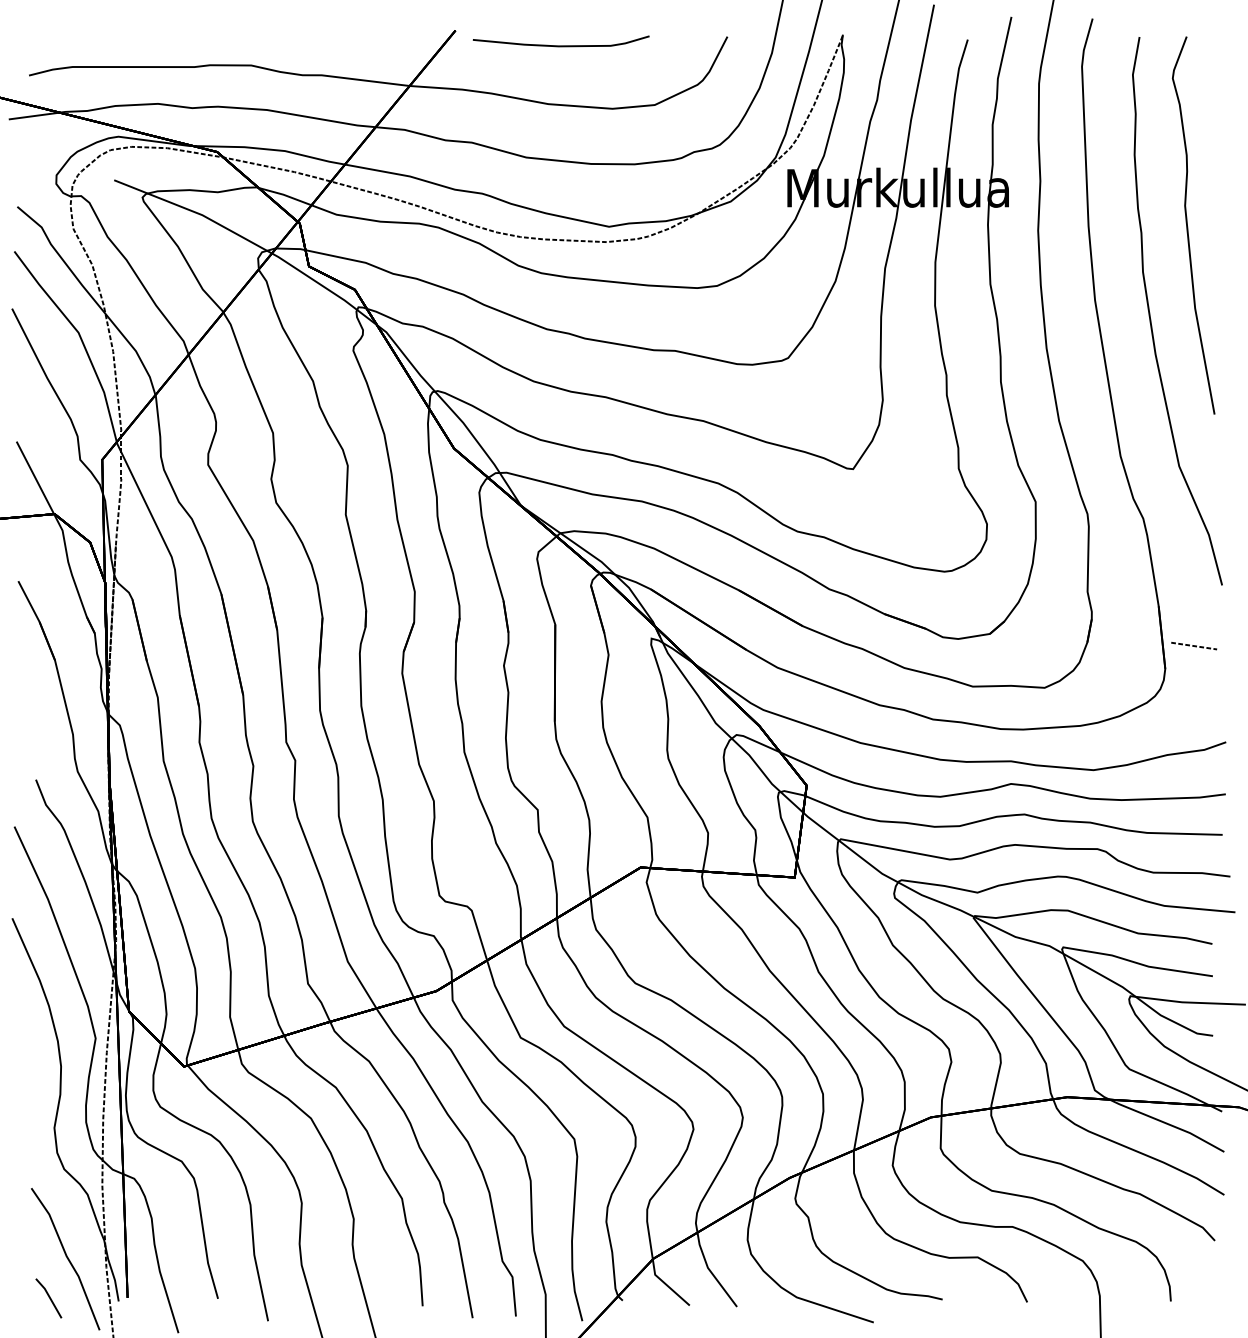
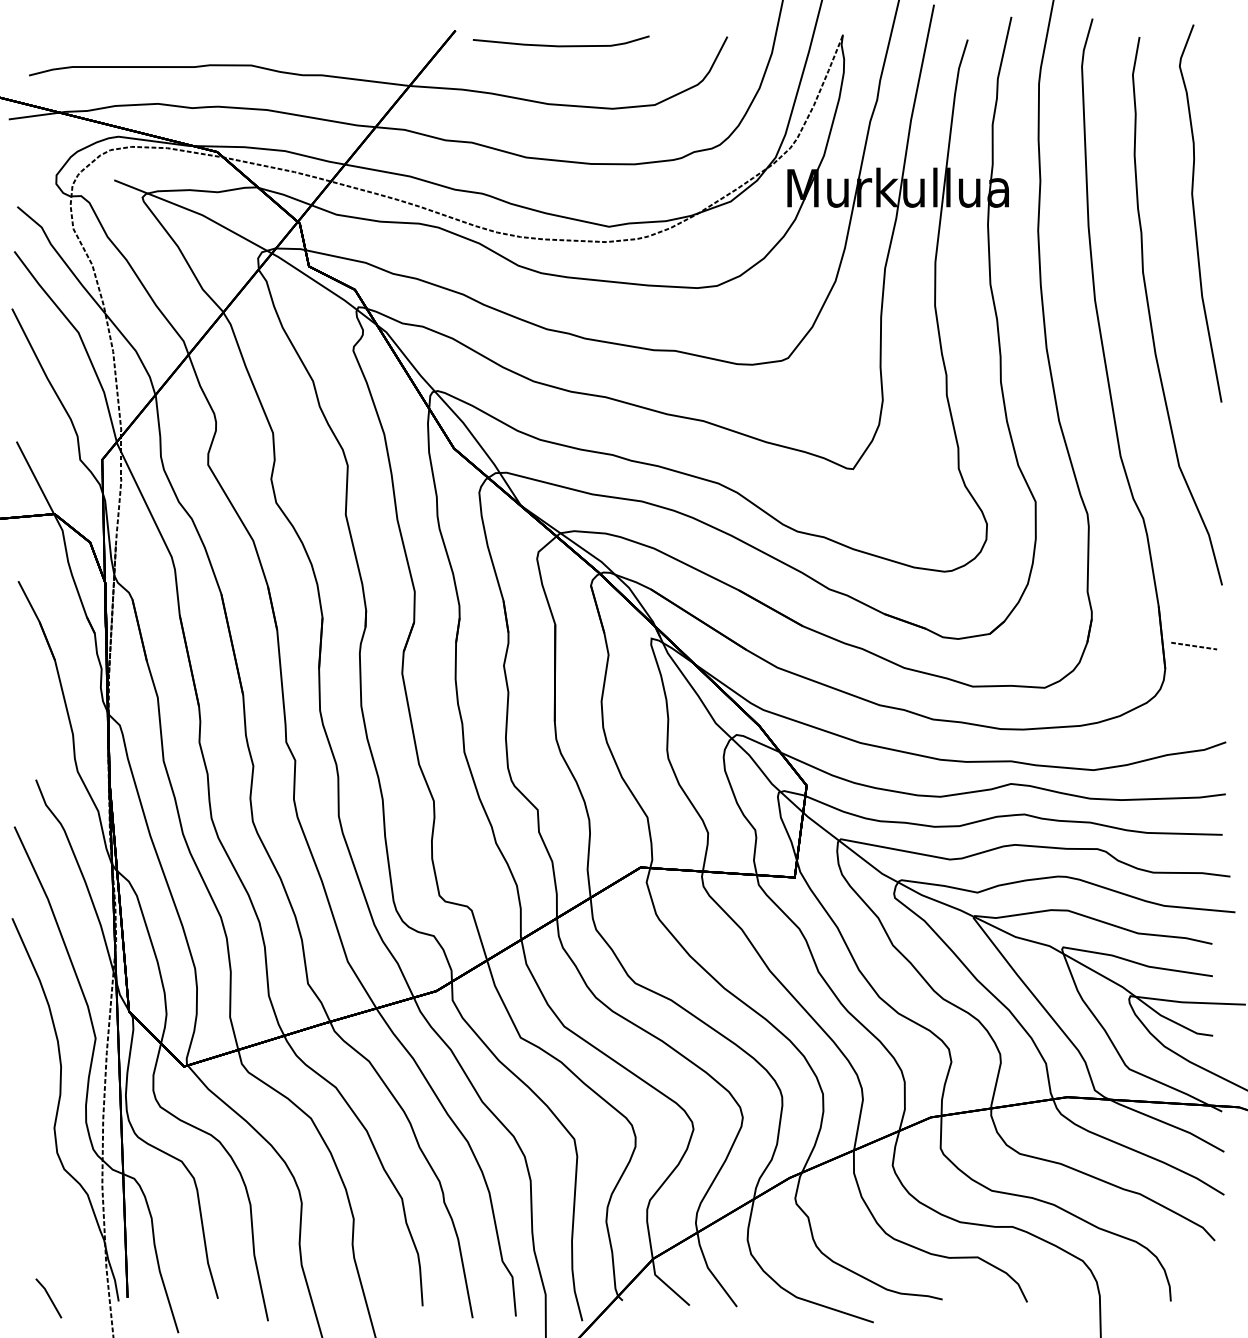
part at (1193, 225) position: (1193, 225) -> (1200, 213)
part at (65, 1259): present -> none
